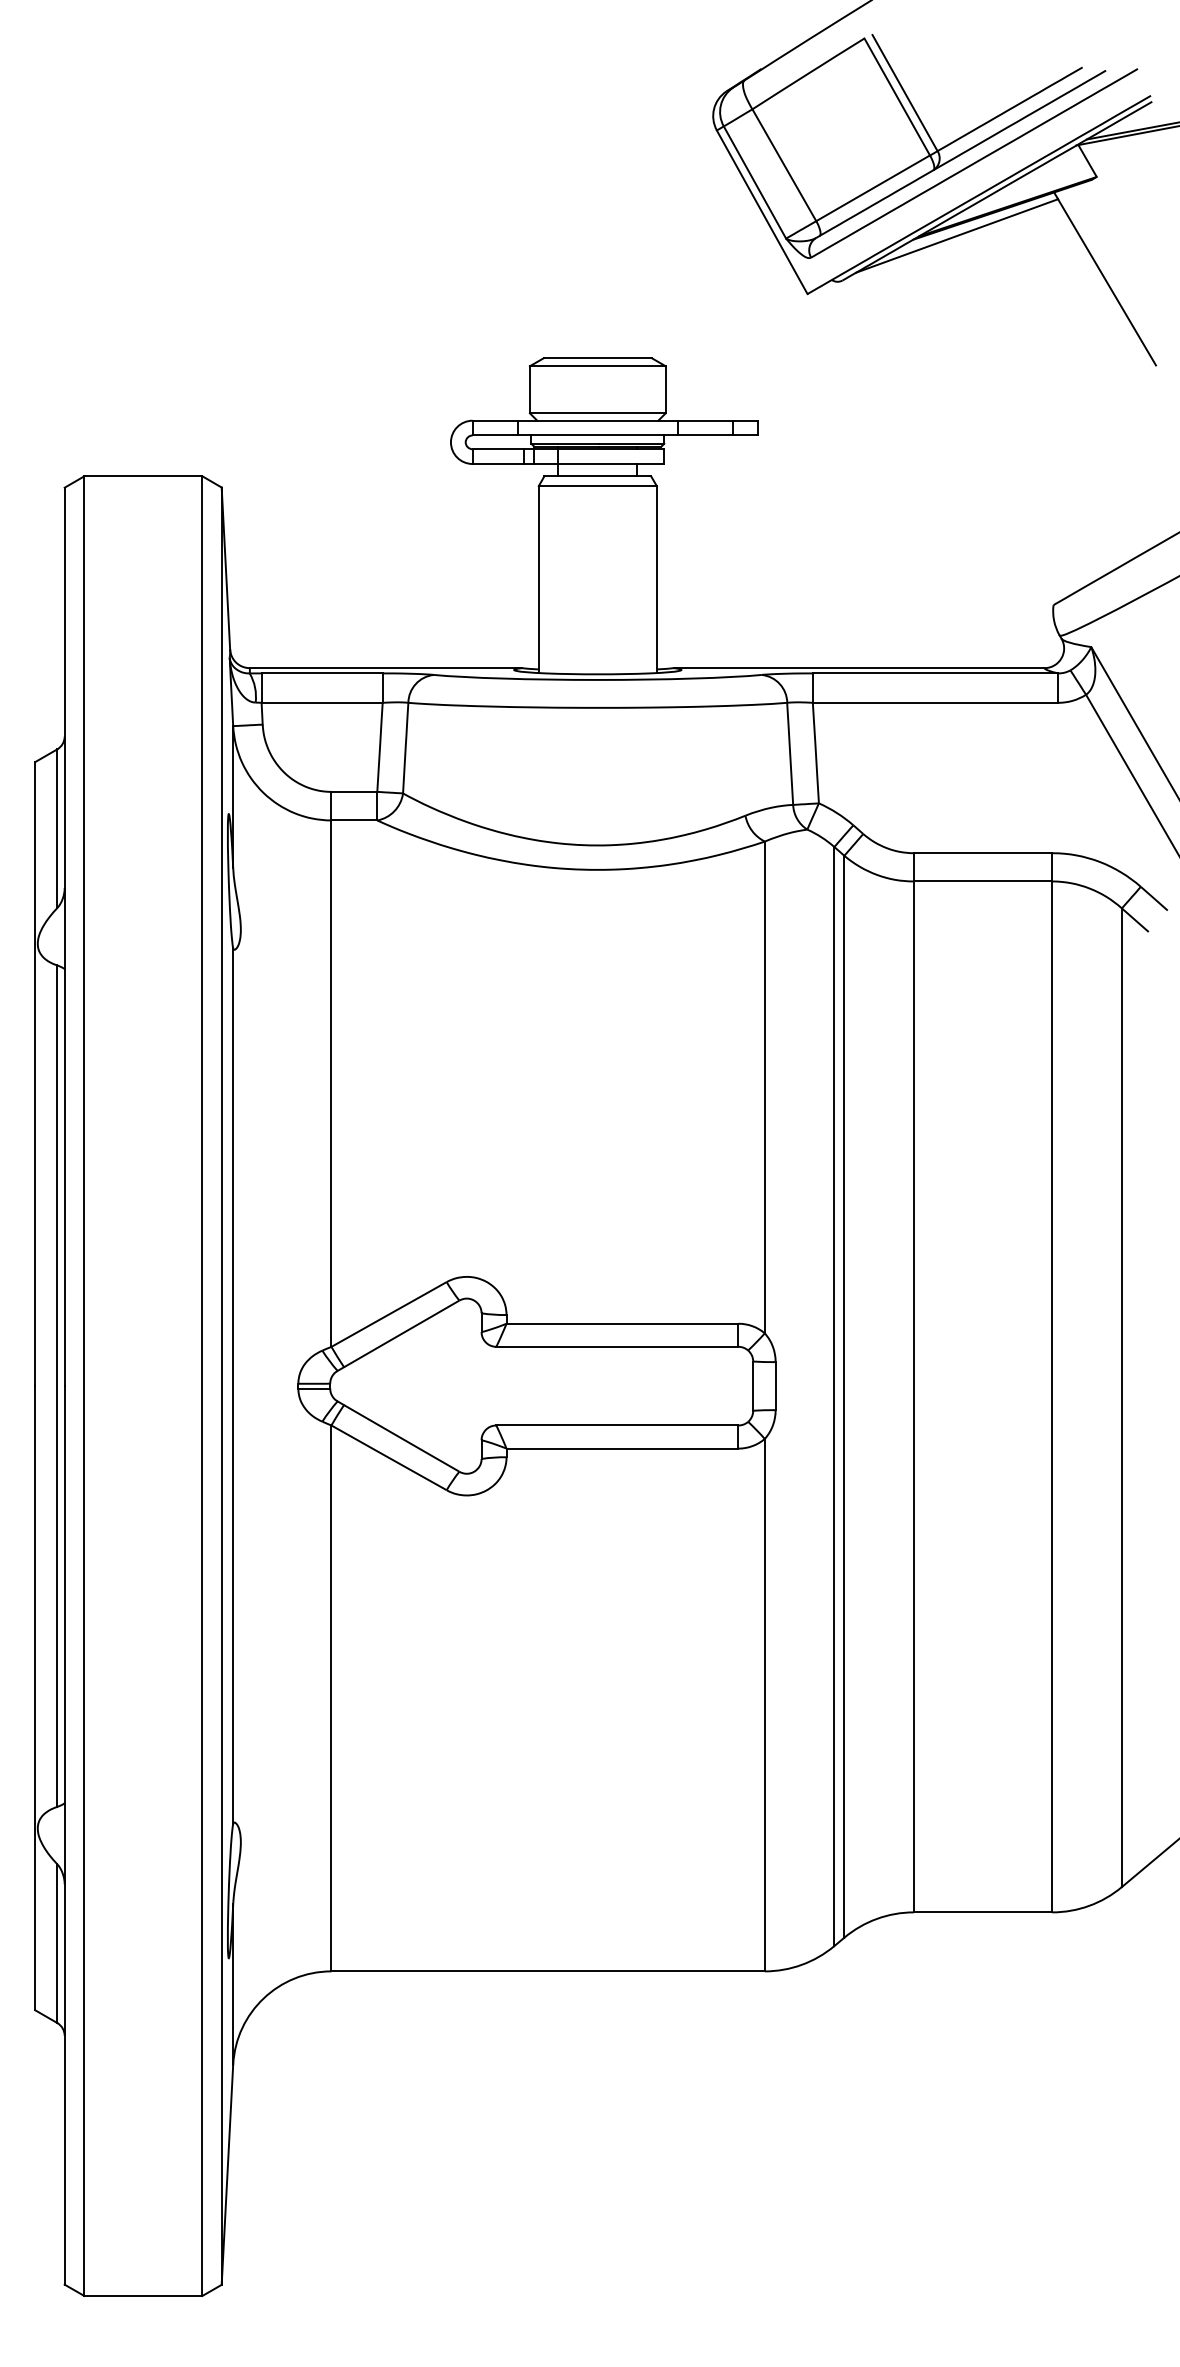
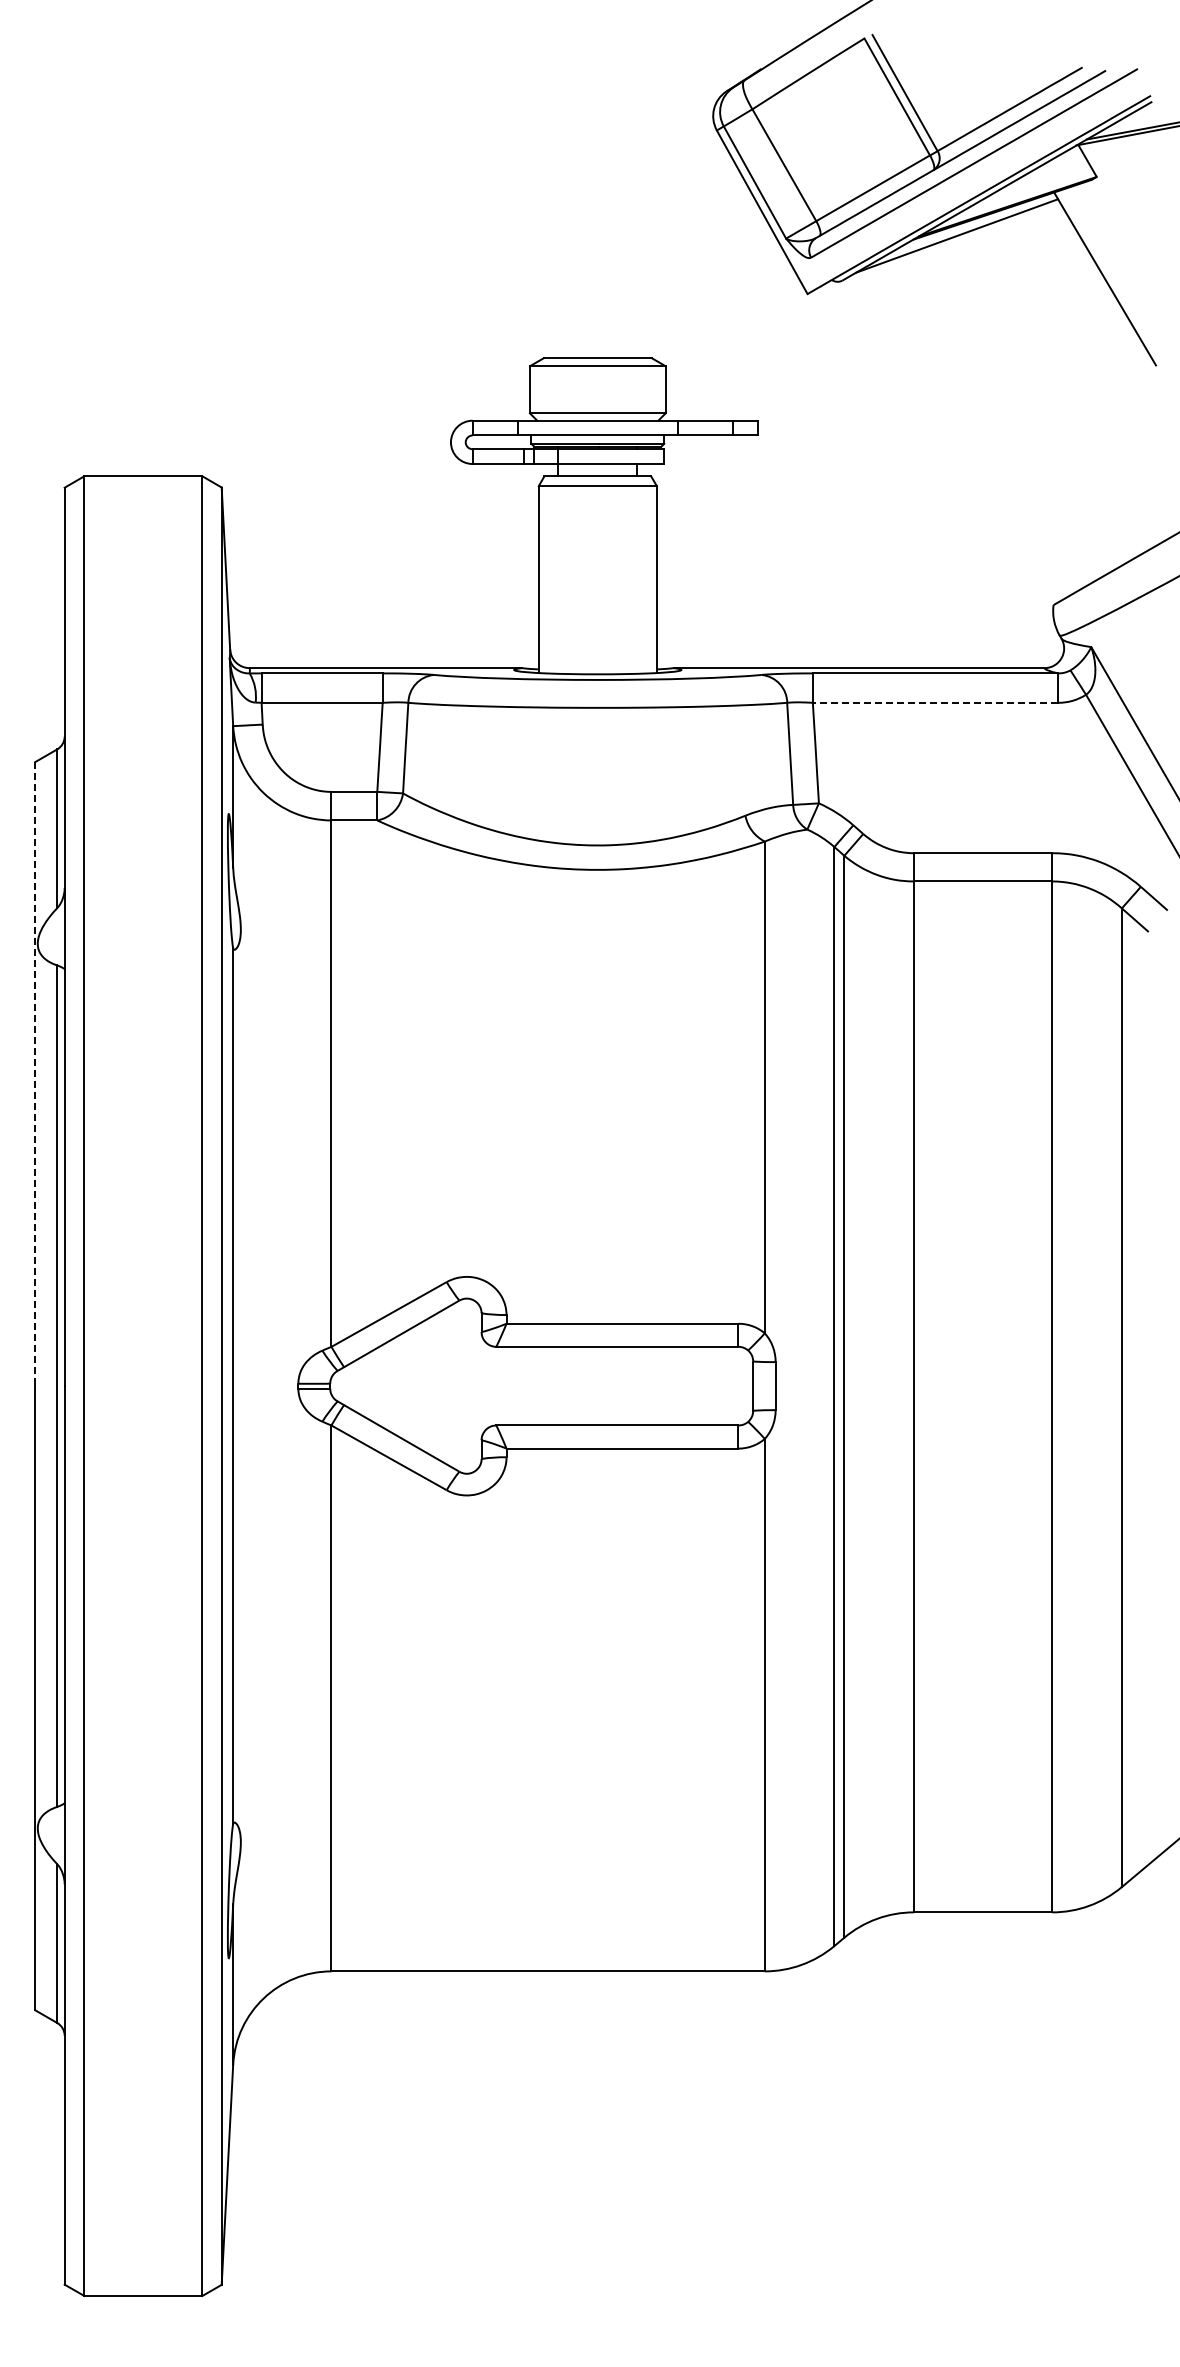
line at (935, 702): solid -> dashed
line at (35, 1074): solid -> dashed
